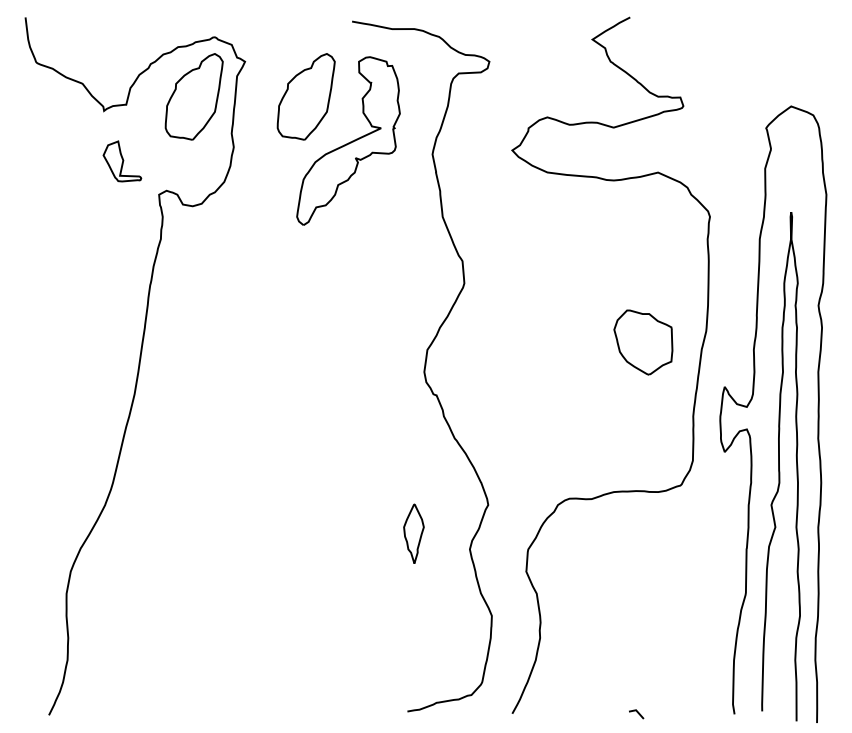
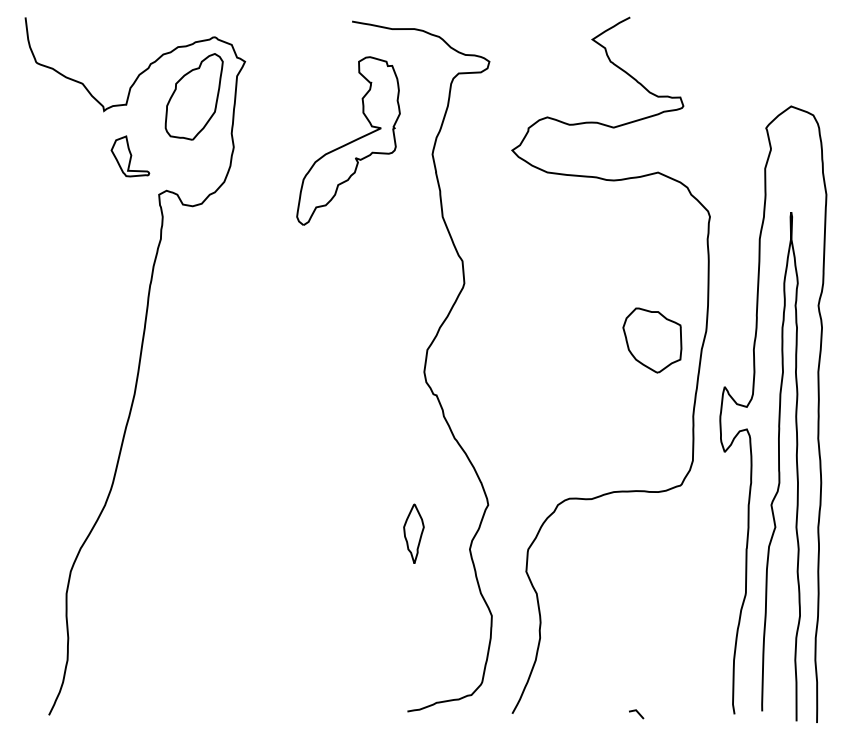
part at (305, 96): present -> none
part at (122, 161) position: (122, 161) -> (130, 156)
part at (643, 342) position: (643, 342) -> (652, 340)
